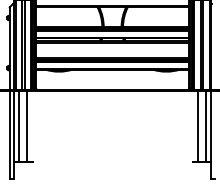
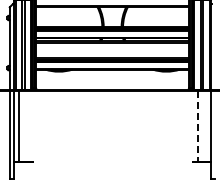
line at (26, 125): present -> none
line at (205, 125): present -> none
line at (198, 126): solid -> dashed
